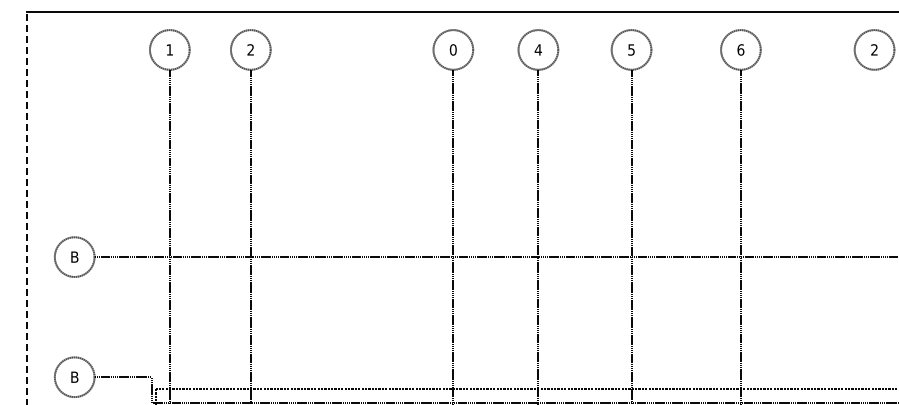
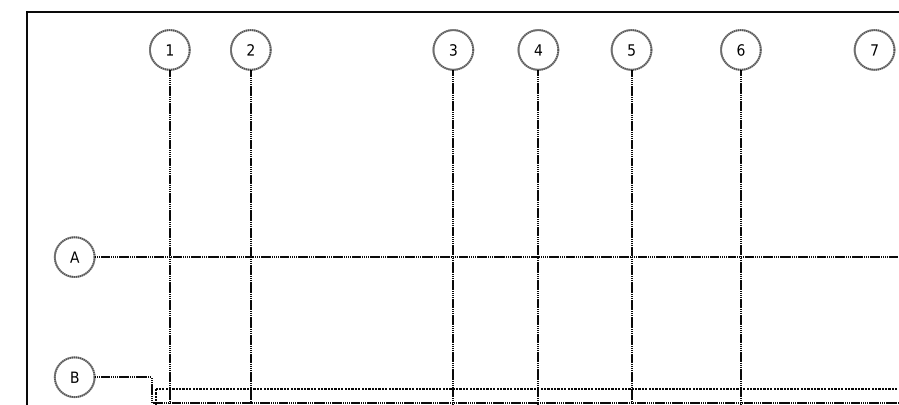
text at (452, 49): 0 -> 3
text at (874, 49): 2 -> 7
line at (26, 208): dashed -> solid
text at (74, 256): B -> A
